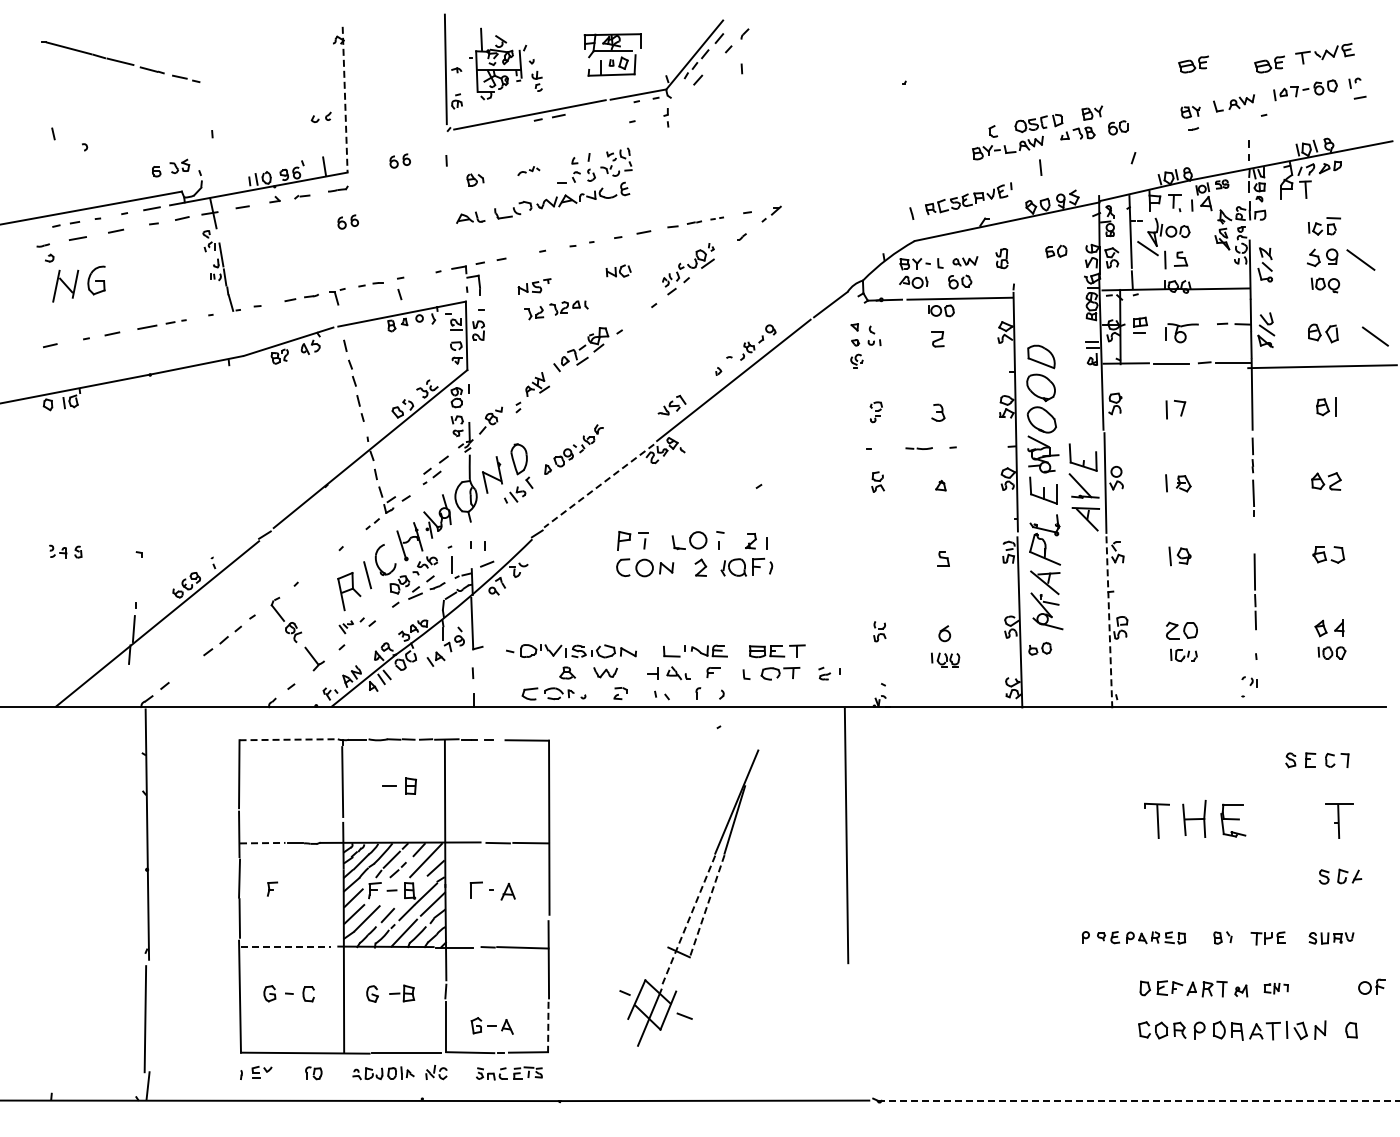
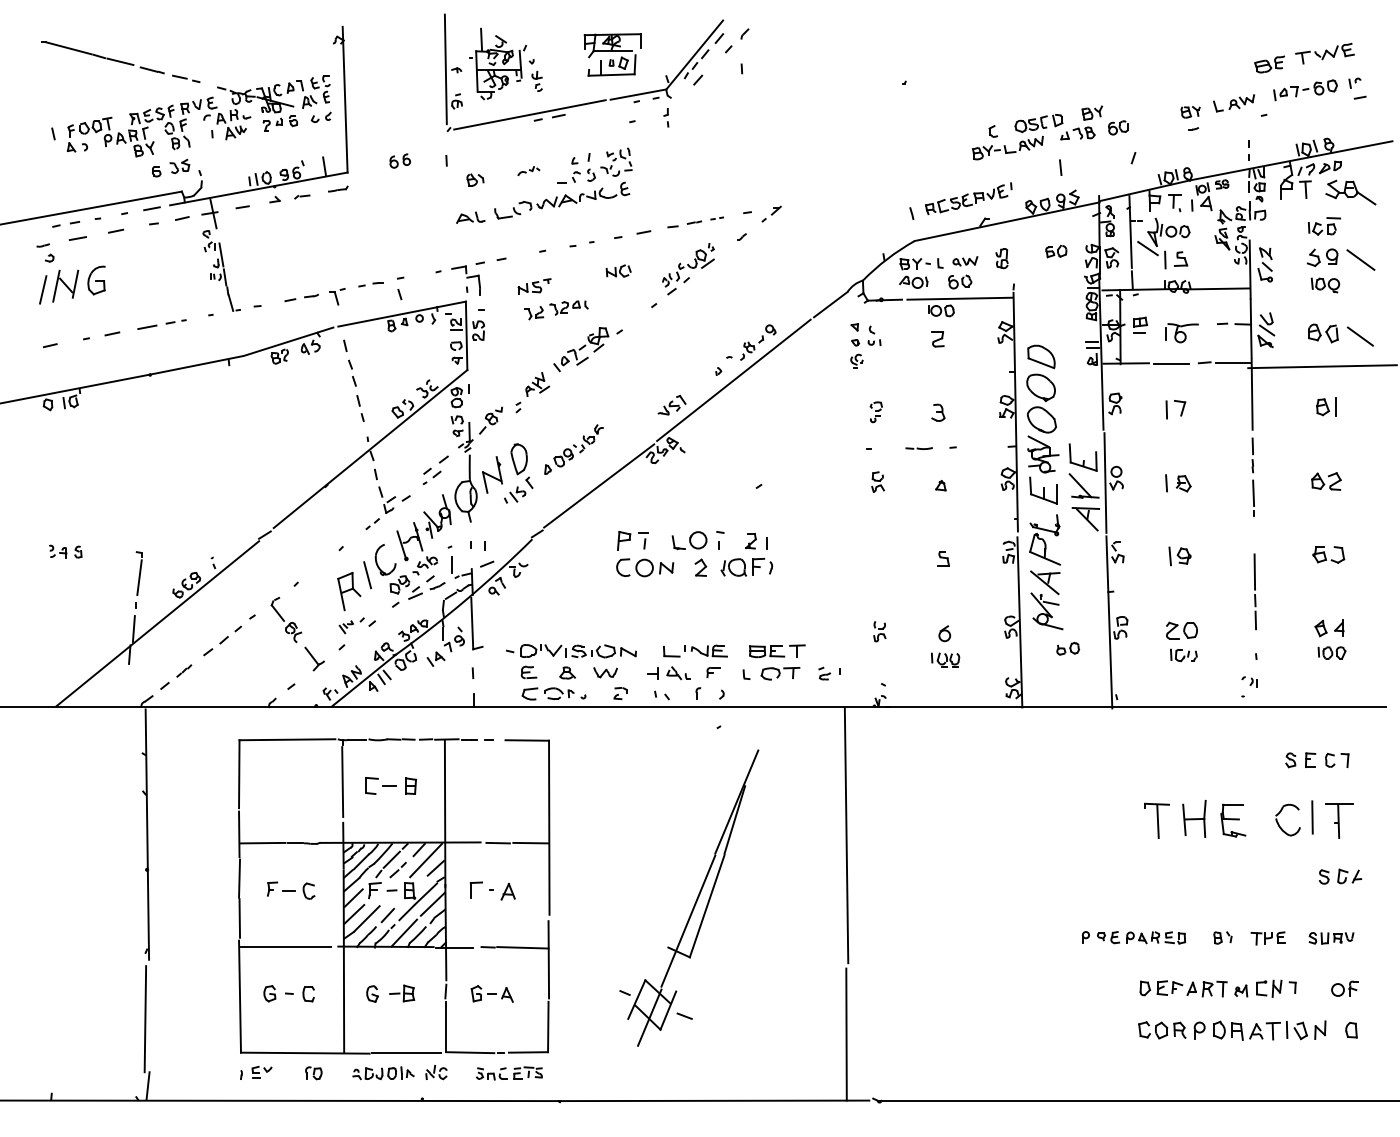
part at (1193, 64): present -> none
line at (345, 99): dashed -> solid
part at (198, 116): none -> present
line at (1040, 167) position: (1040, 167) -> (1060, 167)
part at (1350, 192): none -> present
part at (347, 221): present -> none
line at (43, 289): none -> present
line at (1374, 336) position: (1374, 336) -> (1359, 336)
line at (599, 485): dashed -> solid
line at (139, 577): none -> present
line at (1109, 622): dashed -> solid
part at (1040, 648) position: (1040, 648) -> (1068, 648)
line at (184, 670): none -> present
part at (528, 672): none -> present
line at (287, 739): dashed -> solid
part at (371, 785): none -> present
part at (1280, 813): none -> present
line at (1312, 817): none -> present
line at (262, 843): dashed -> solid
part at (298, 890): none -> present
line at (707, 906): dashed -> solid
line at (688, 921): dashed -> solid
line at (286, 947): dashed -> solid
part at (1371, 986) position: (1371, 986) -> (1344, 988)
part at (1275, 988) size: 26x12 px -> 41x19 px
part at (491, 1025) position: (491, 1025) -> (491, 993)
line at (548, 1027): dashed -> solid
line at (846, 1034): none -> present
line at (1138, 1100): dashed -> solid
